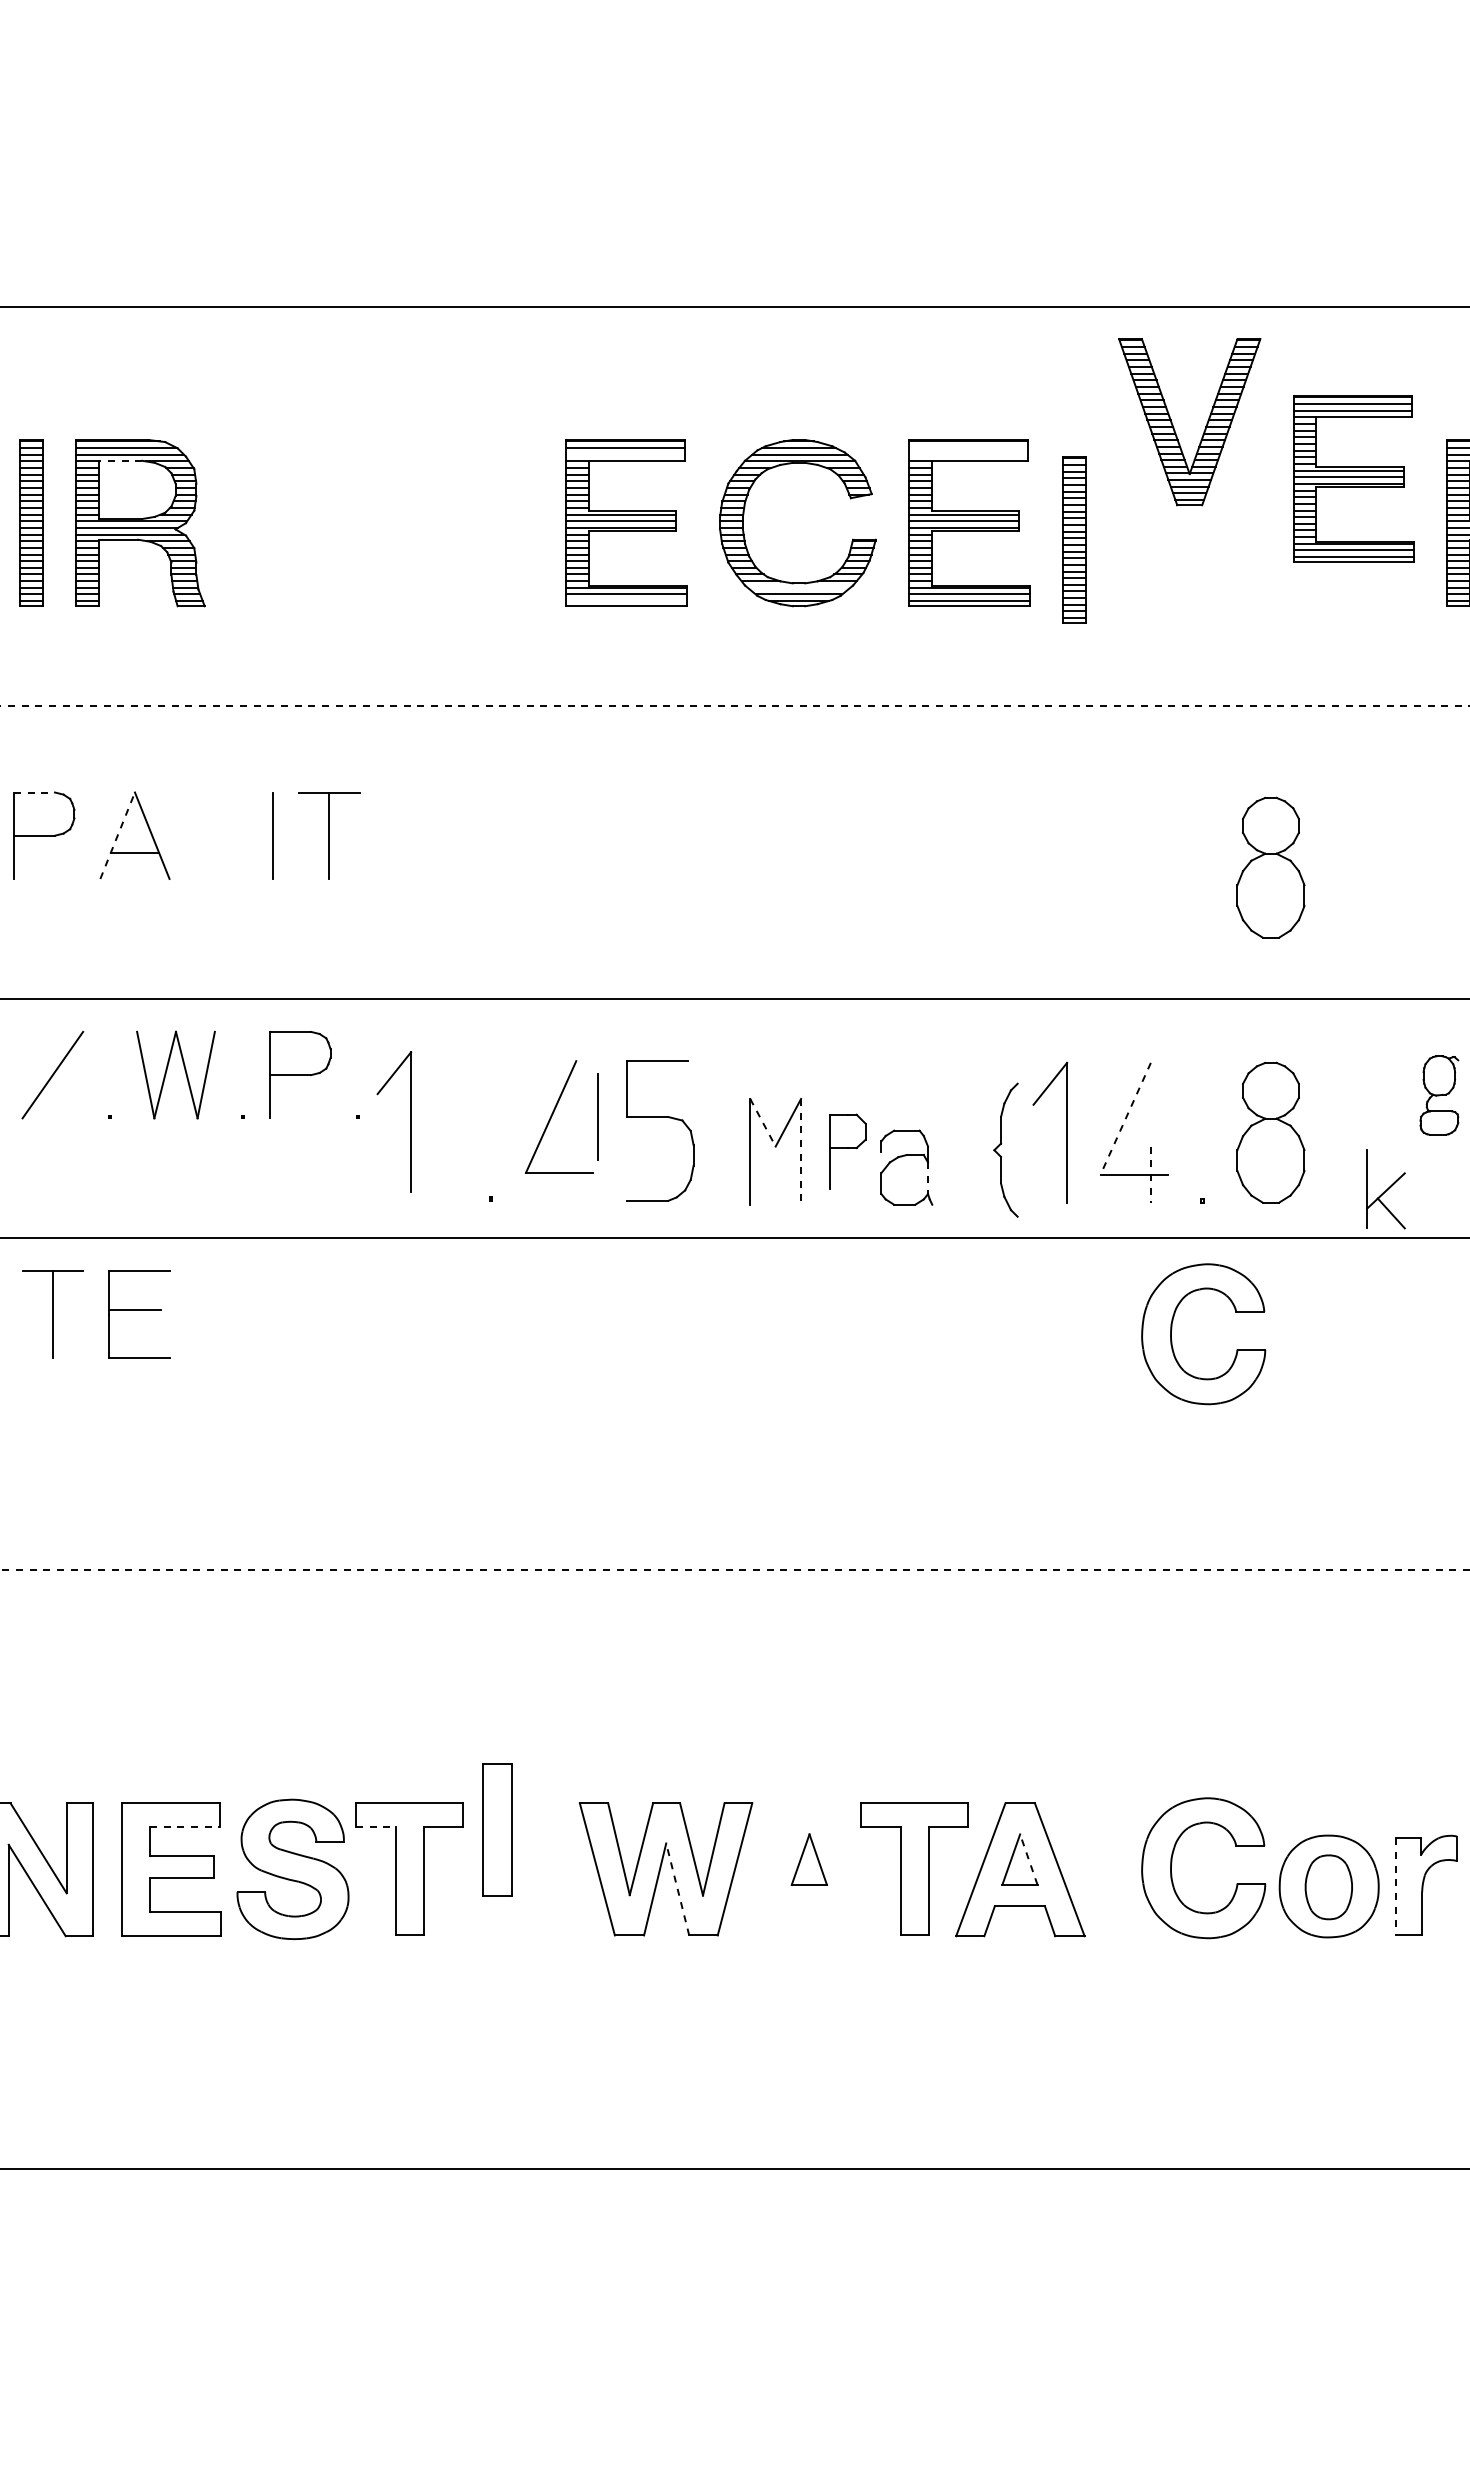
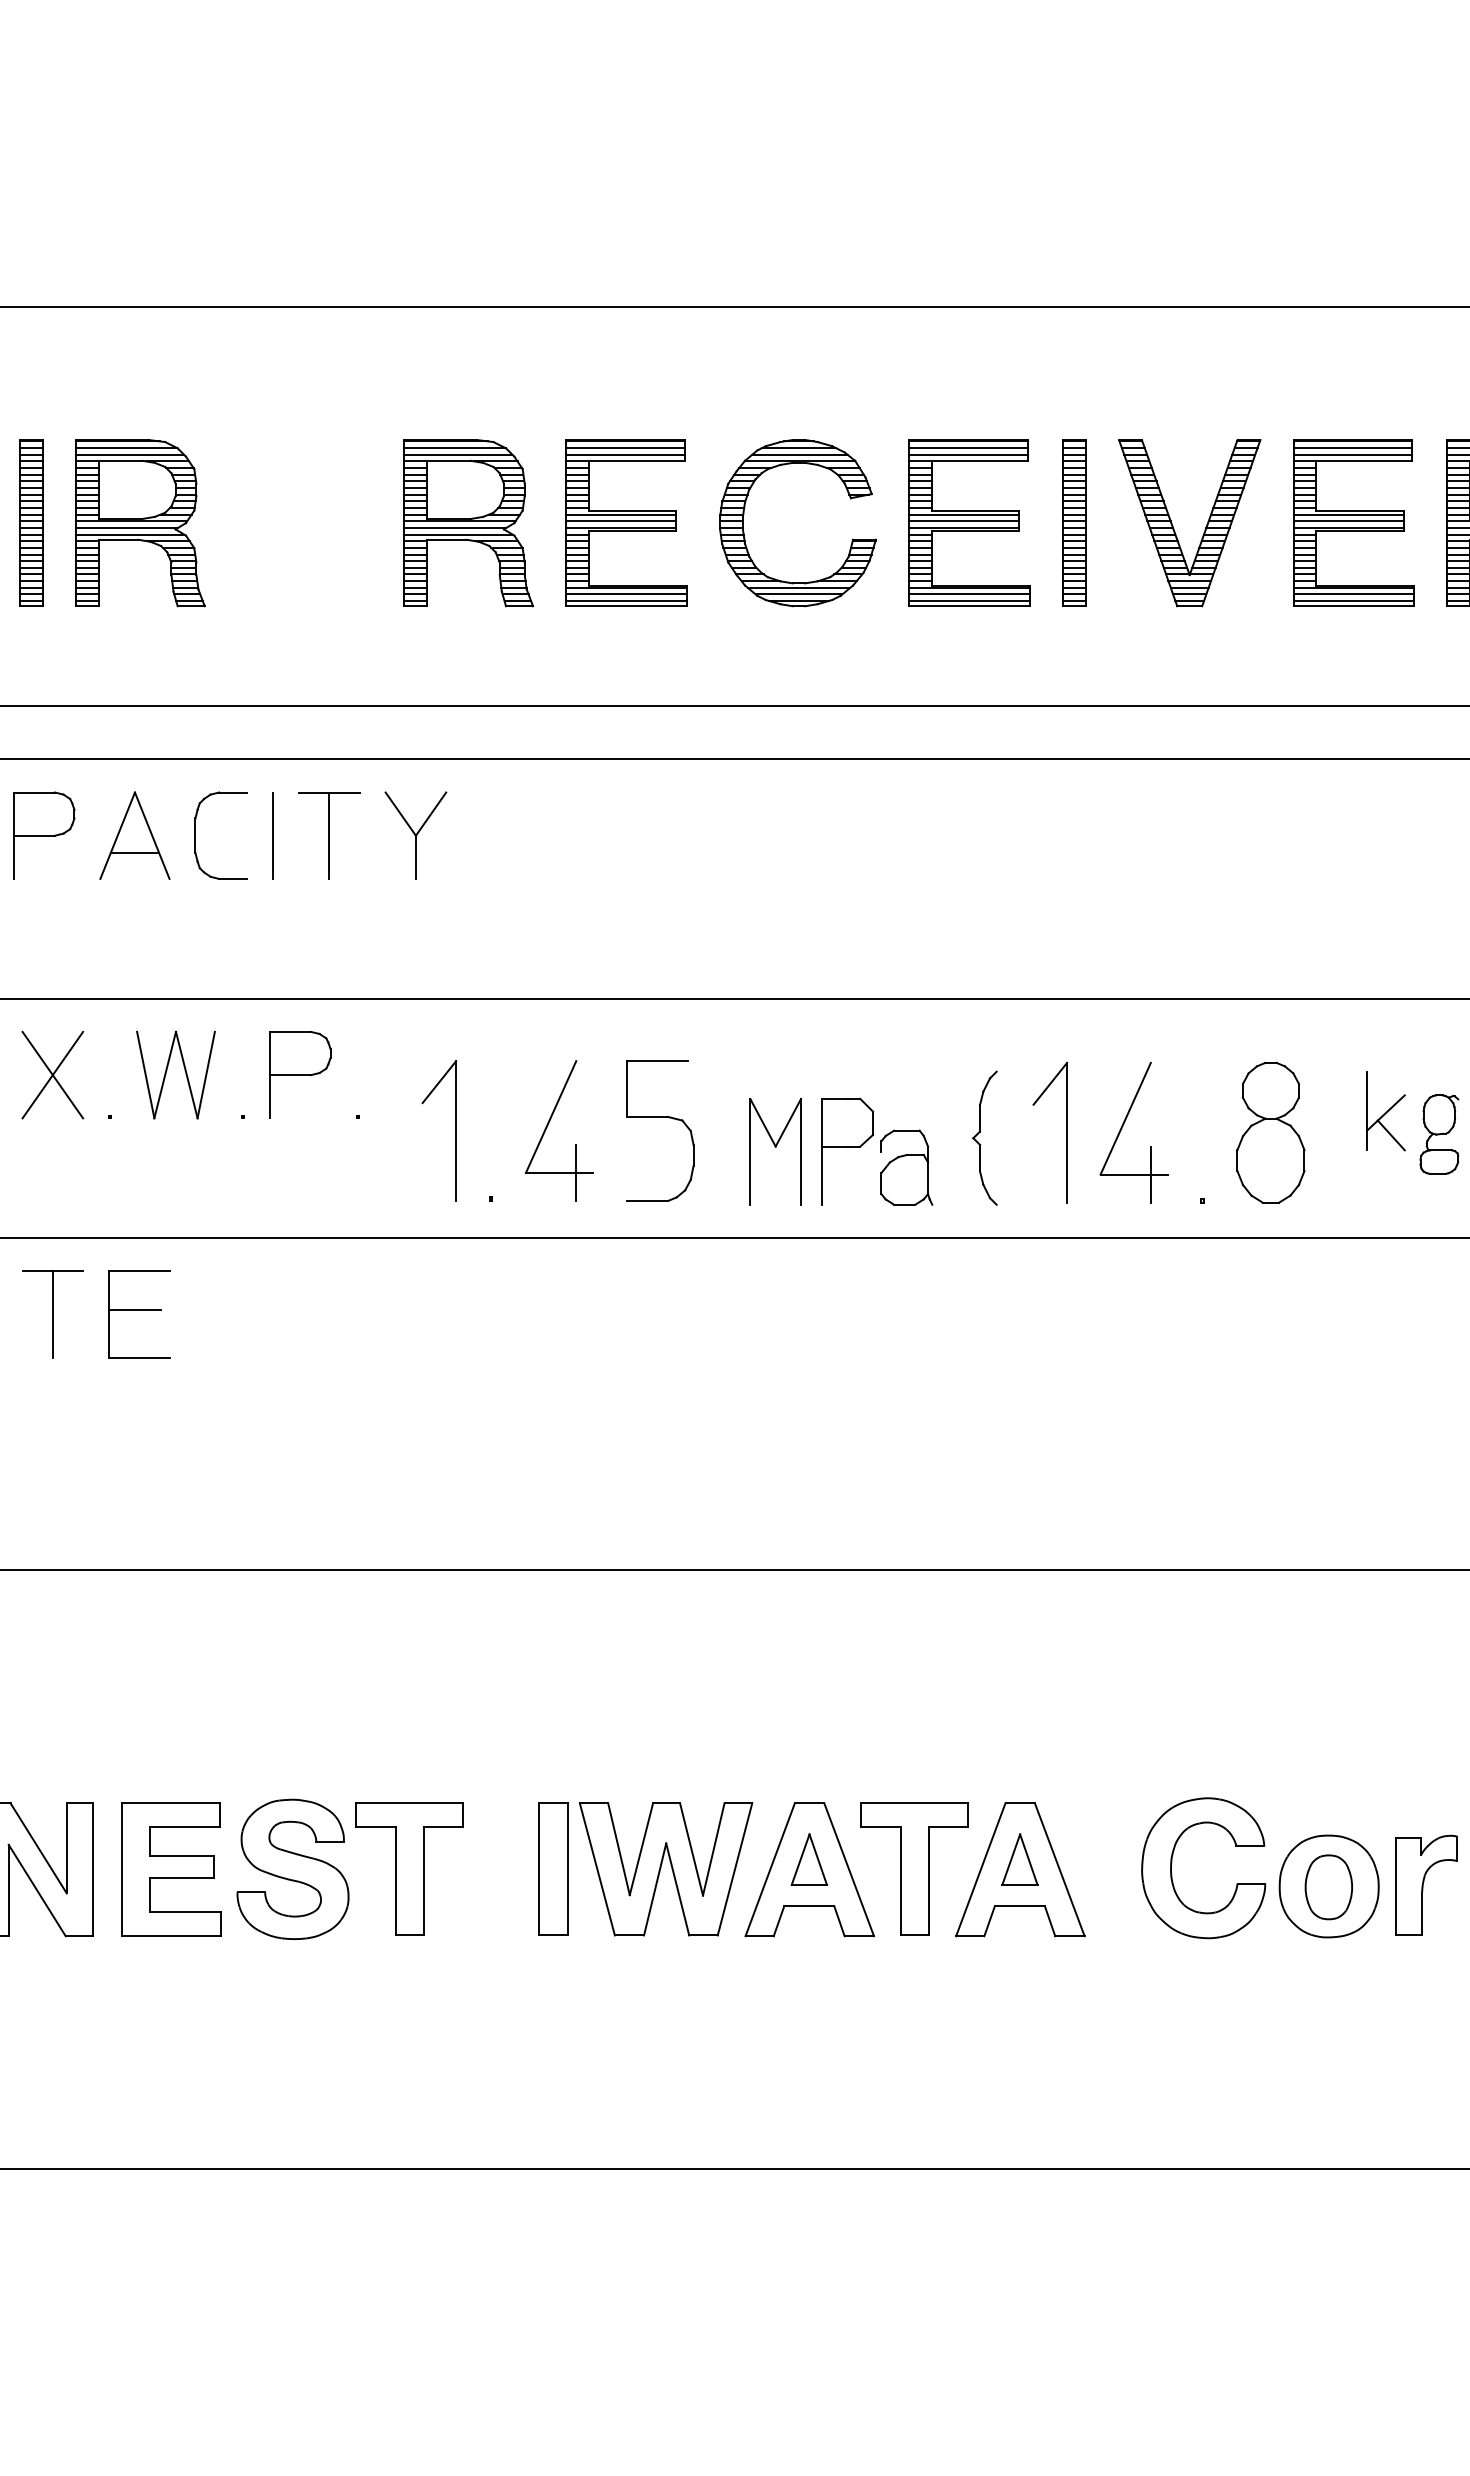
part at (1174, 427) position: (1174, 427) -> (1174, 528)
line at (968, 448): none -> present
line at (625, 454): none -> present
line at (968, 454): none -> present
line at (120, 460): dashed -> solid
part at (1353, 478) position: (1353, 478) -> (1353, 522)
part at (468, 523): none -> present
part at (1074, 539) position: (1074, 539) -> (1074, 522)
line at (798, 587): none -> present
line at (626, 601): none -> present
line at (734, 706): dashed -> solid
line at (734, 759): none -> present
line at (34, 792): dashed -> solid
line at (117, 835): dashed -> solid
part at (195, 835): none -> present
part at (415, 835): none -> present
part at (1270, 867): present -> none
line at (52, 1074): none -> present
part at (1439, 1095) position: (1439, 1095) -> (1439, 1134)
line at (597, 1116): present -> none
line at (1125, 1119): dashed -> solid
part at (410, 1121) position: (410, 1121) -> (455, 1130)
line at (762, 1122): dashed -> solid
part at (1001, 1144) position: (1001, 1144) -> (980, 1132)
line at (801, 1151): dashed -> solid
part at (847, 1151) size: 38x77 px -> 54x109 px
line at (576, 1172): none -> present
line at (1150, 1174): dashed -> solid
line at (928, 1178): dashed -> solid
part at (1385, 1189) position: (1385, 1189) -> (1385, 1111)
part at (1172, 1329): present -> none
line at (735, 1570): dashed -> solid
line at (375, 1826): dashed -> solid
line at (184, 1827): dashed -> solid
part at (497, 1829) position: (497, 1829) -> (553, 1868)
line at (1028, 1859): dashed -> solid
part at (809, 1869): none -> present
line at (1395, 1887): dashed -> solid
line at (677, 1888): dashed -> solid
